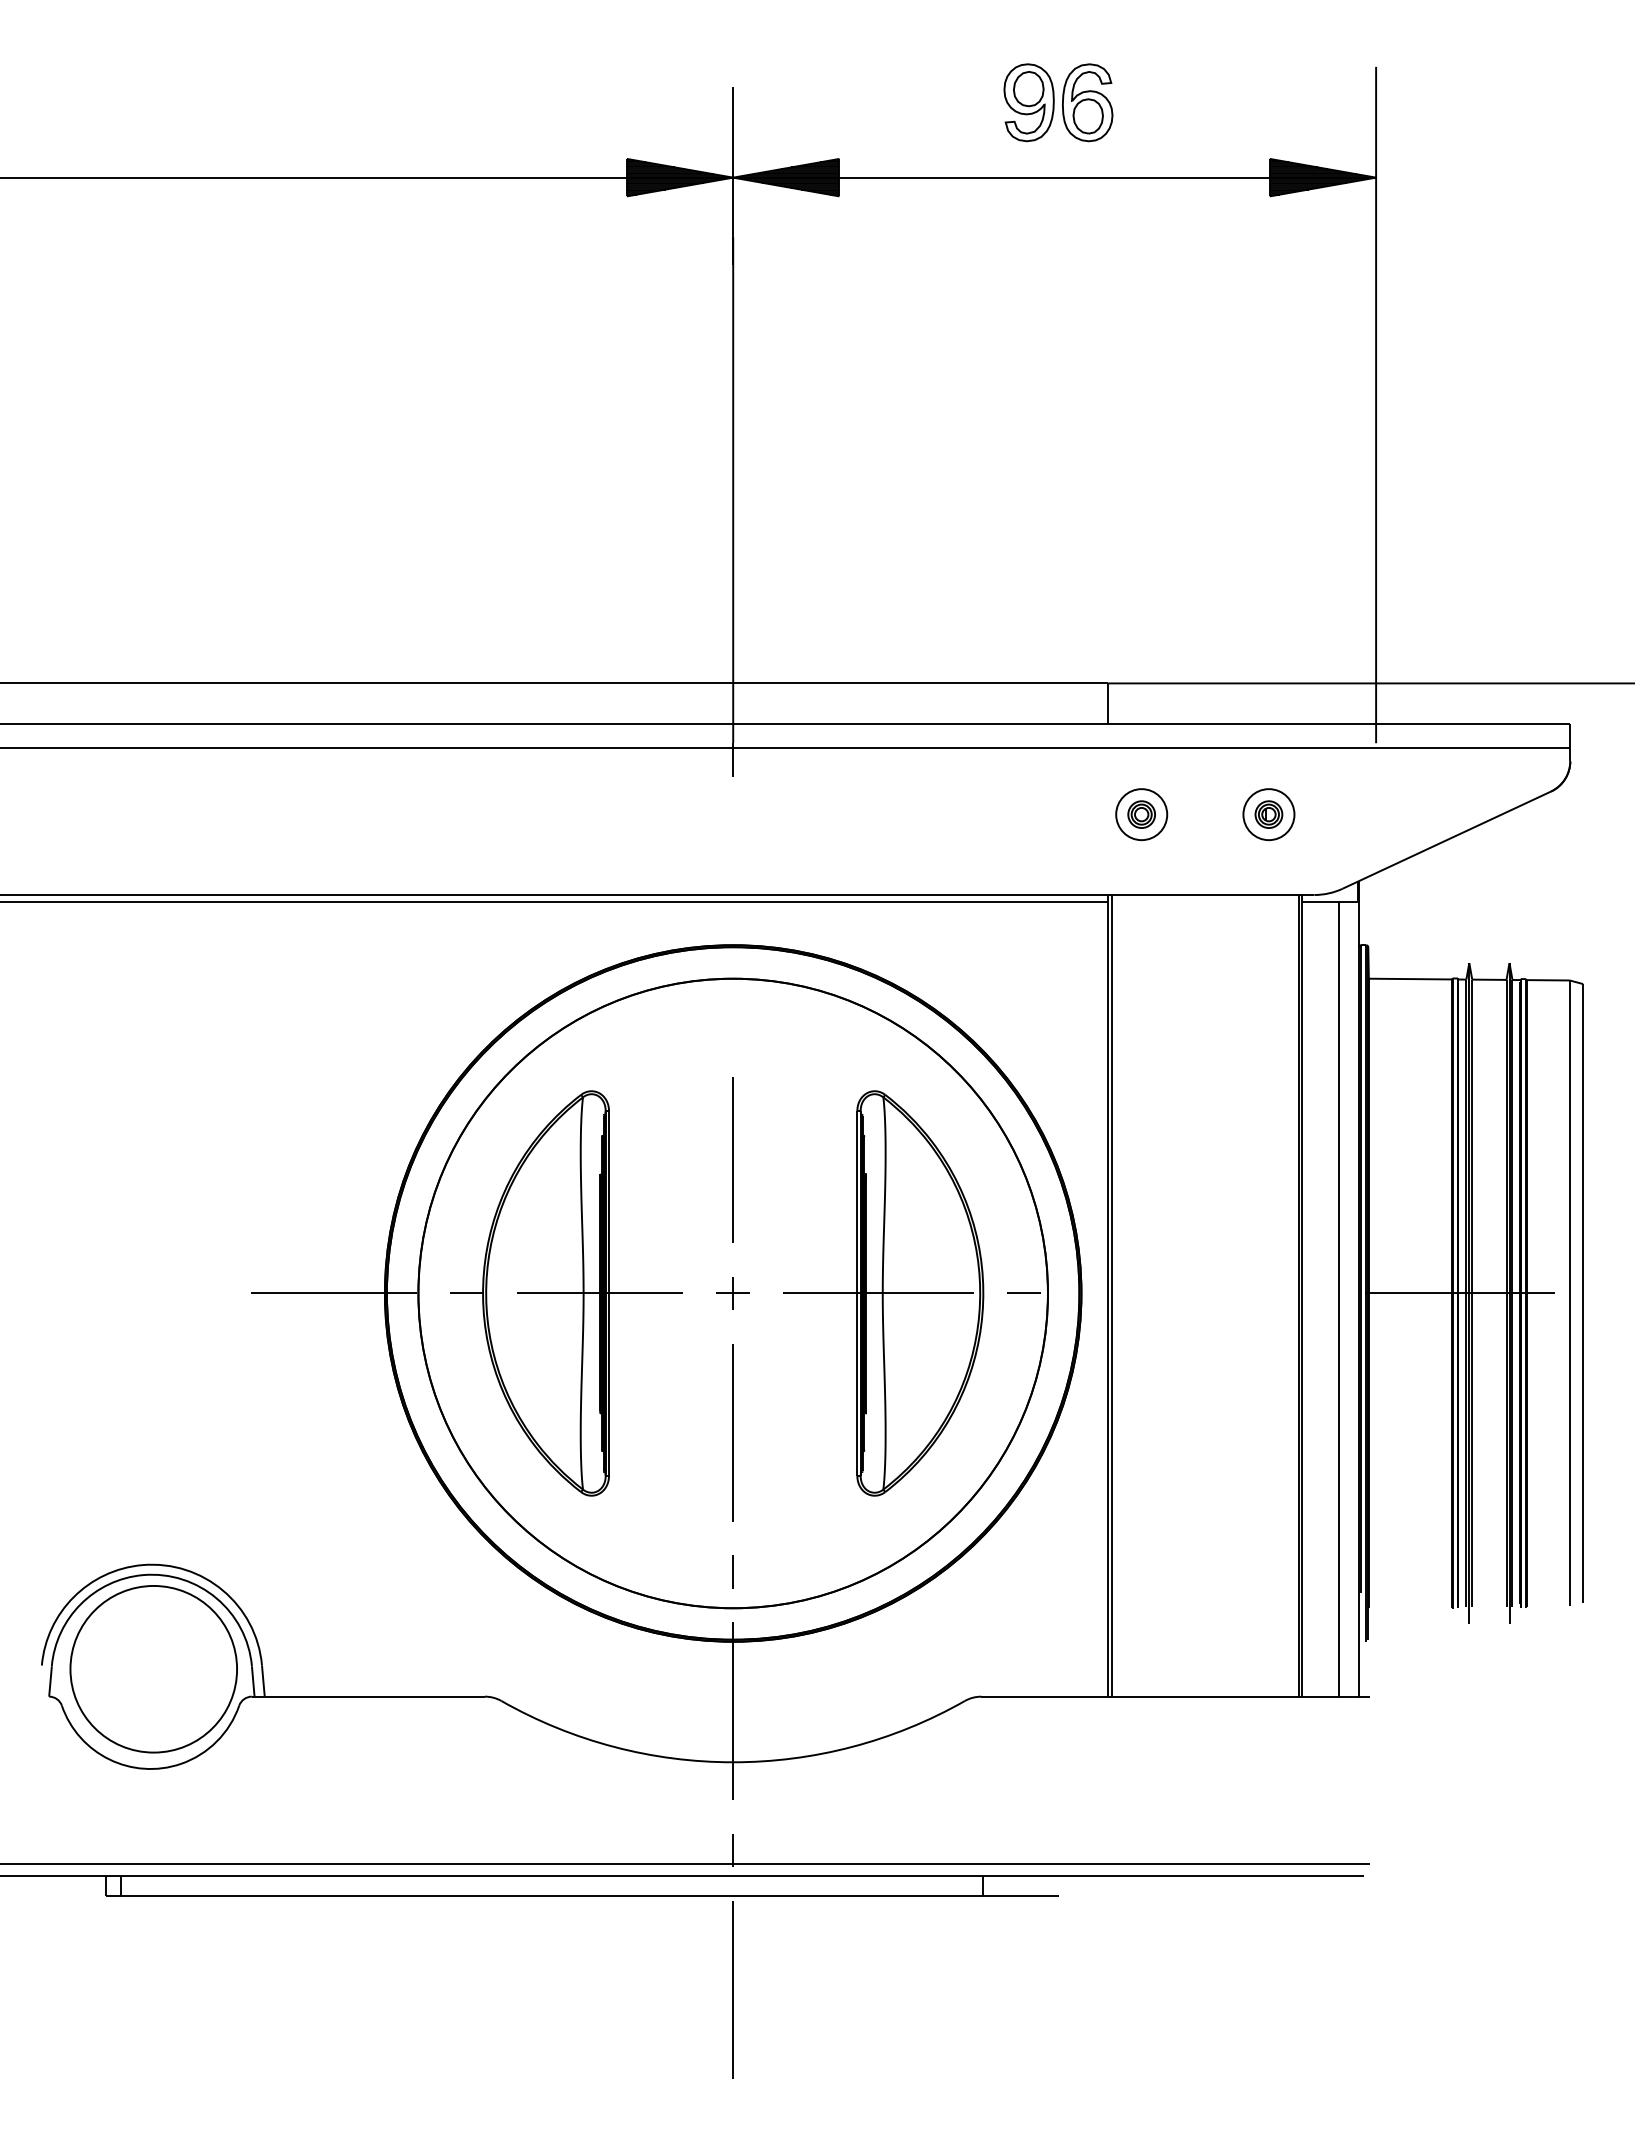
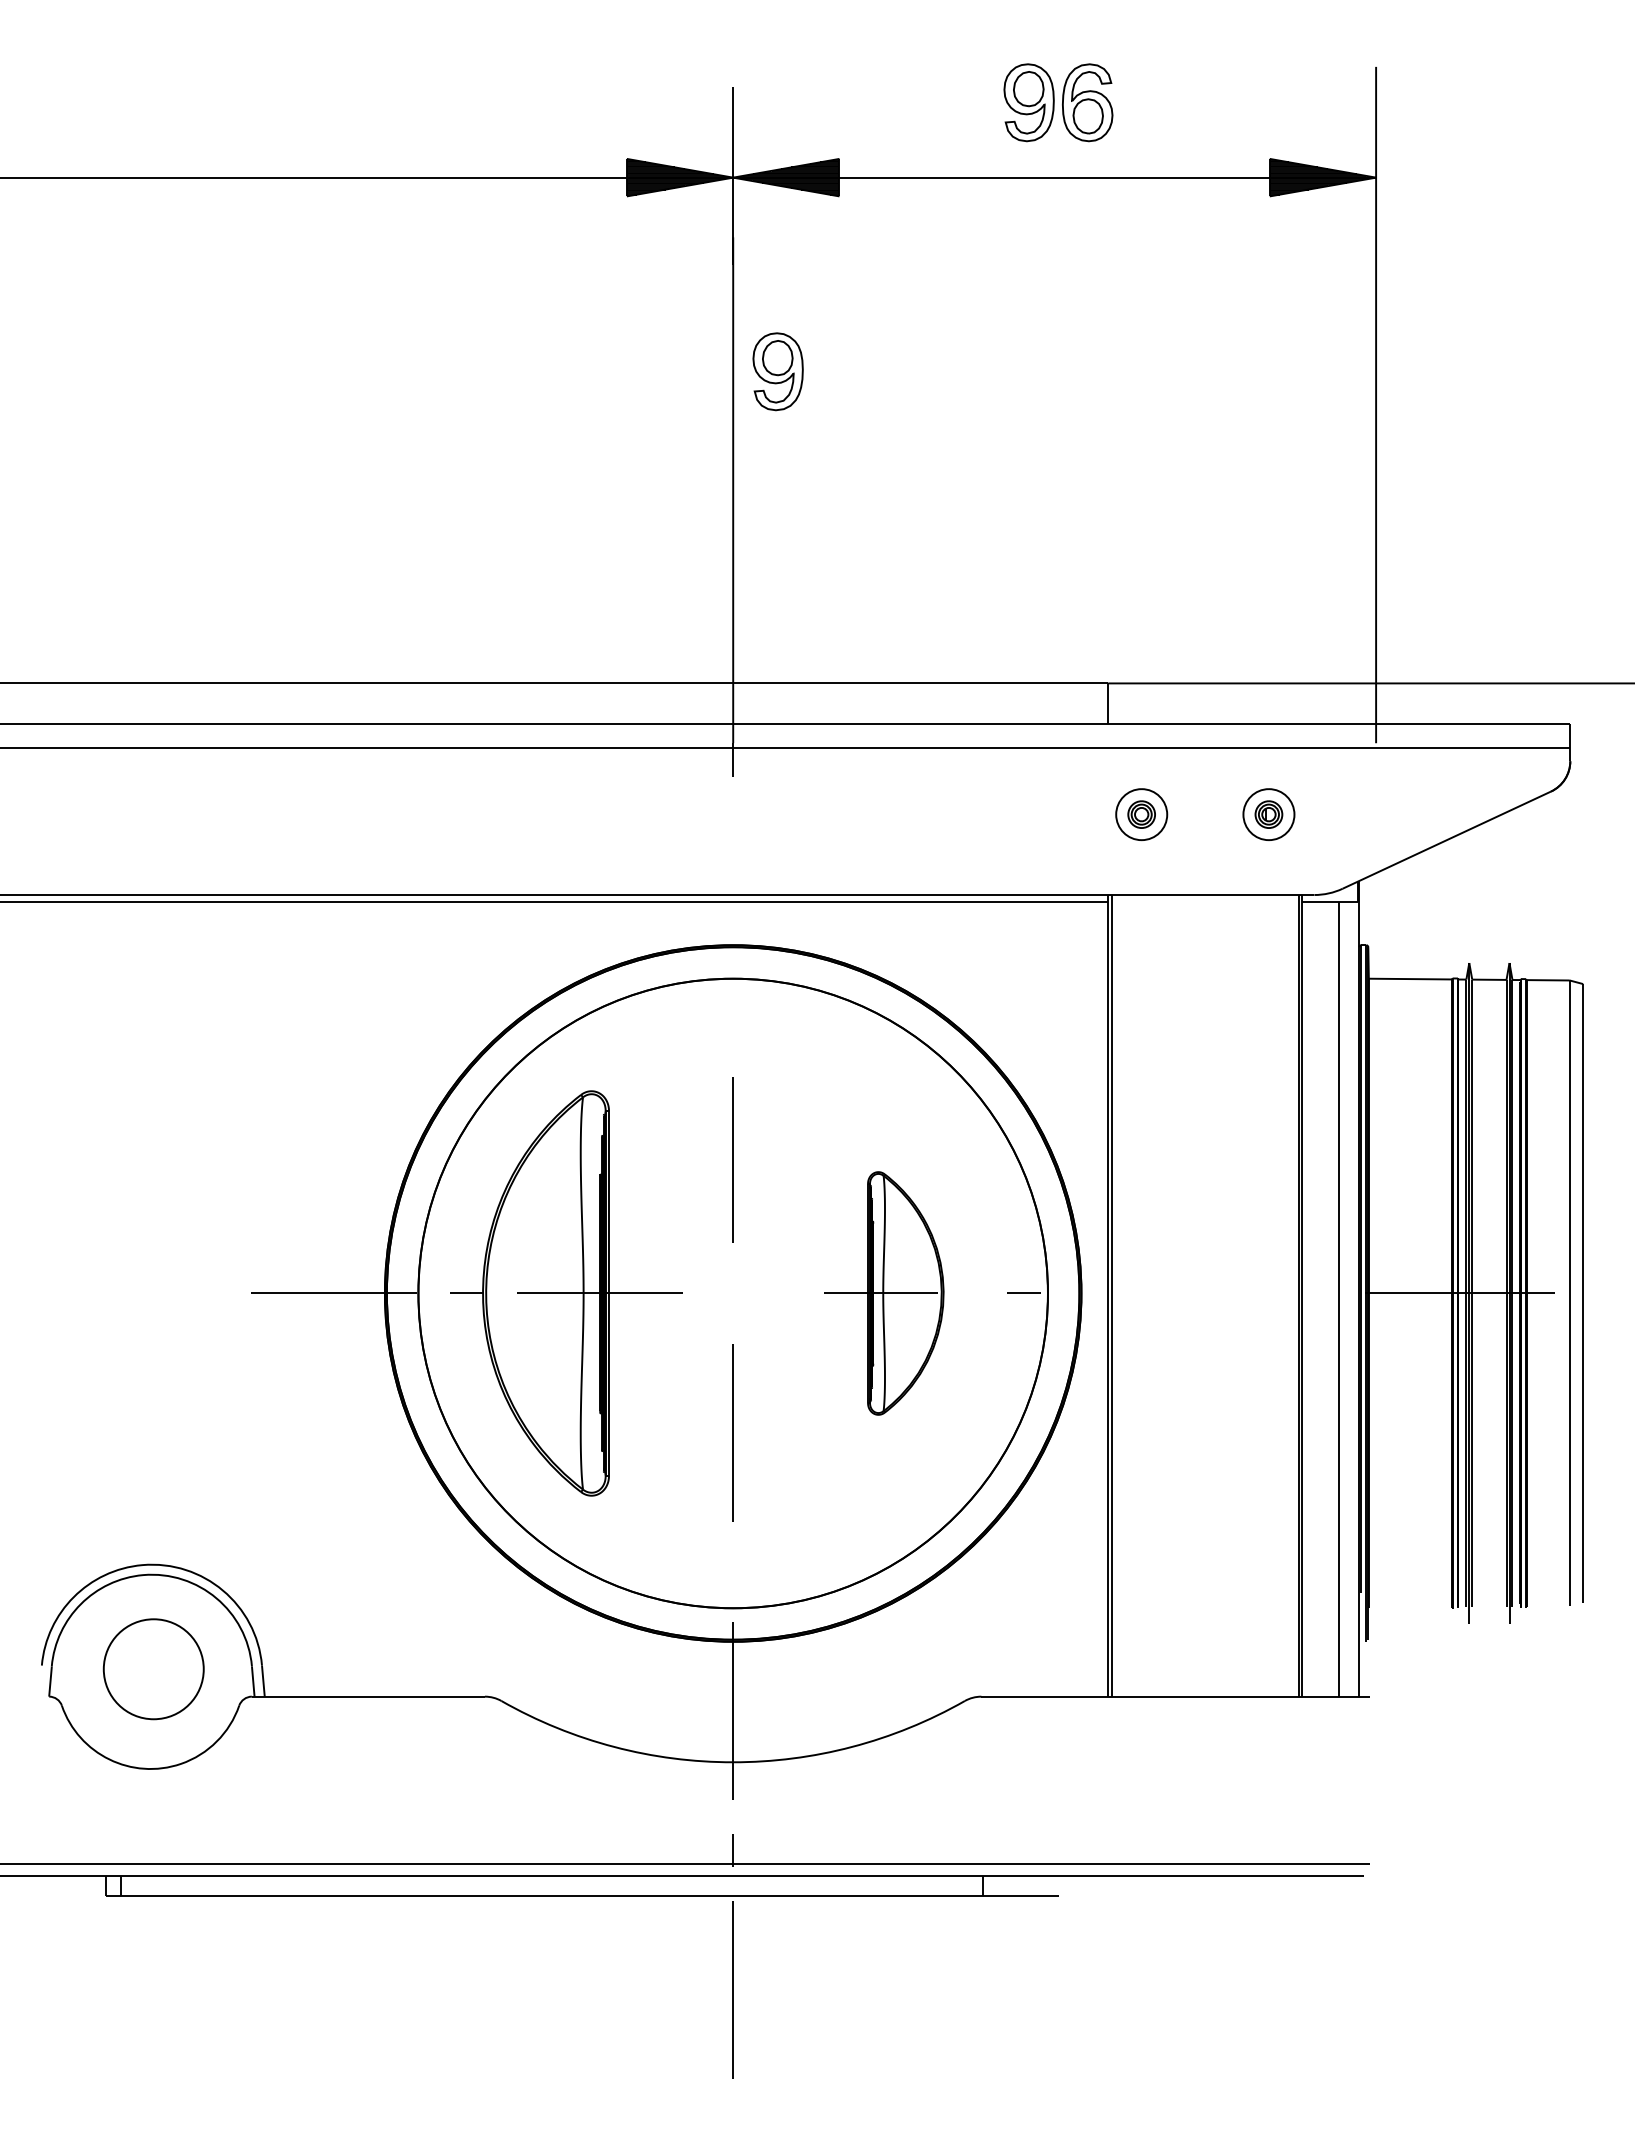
part at (777, 371): none -> present
part at (732, 1293): present -> none
part at (883, 1293) size: 202x407 px -> 121x245 px
line at (732, 1571): present -> none
circle at (153, 1668) diameter: 167 px -> 100 px
